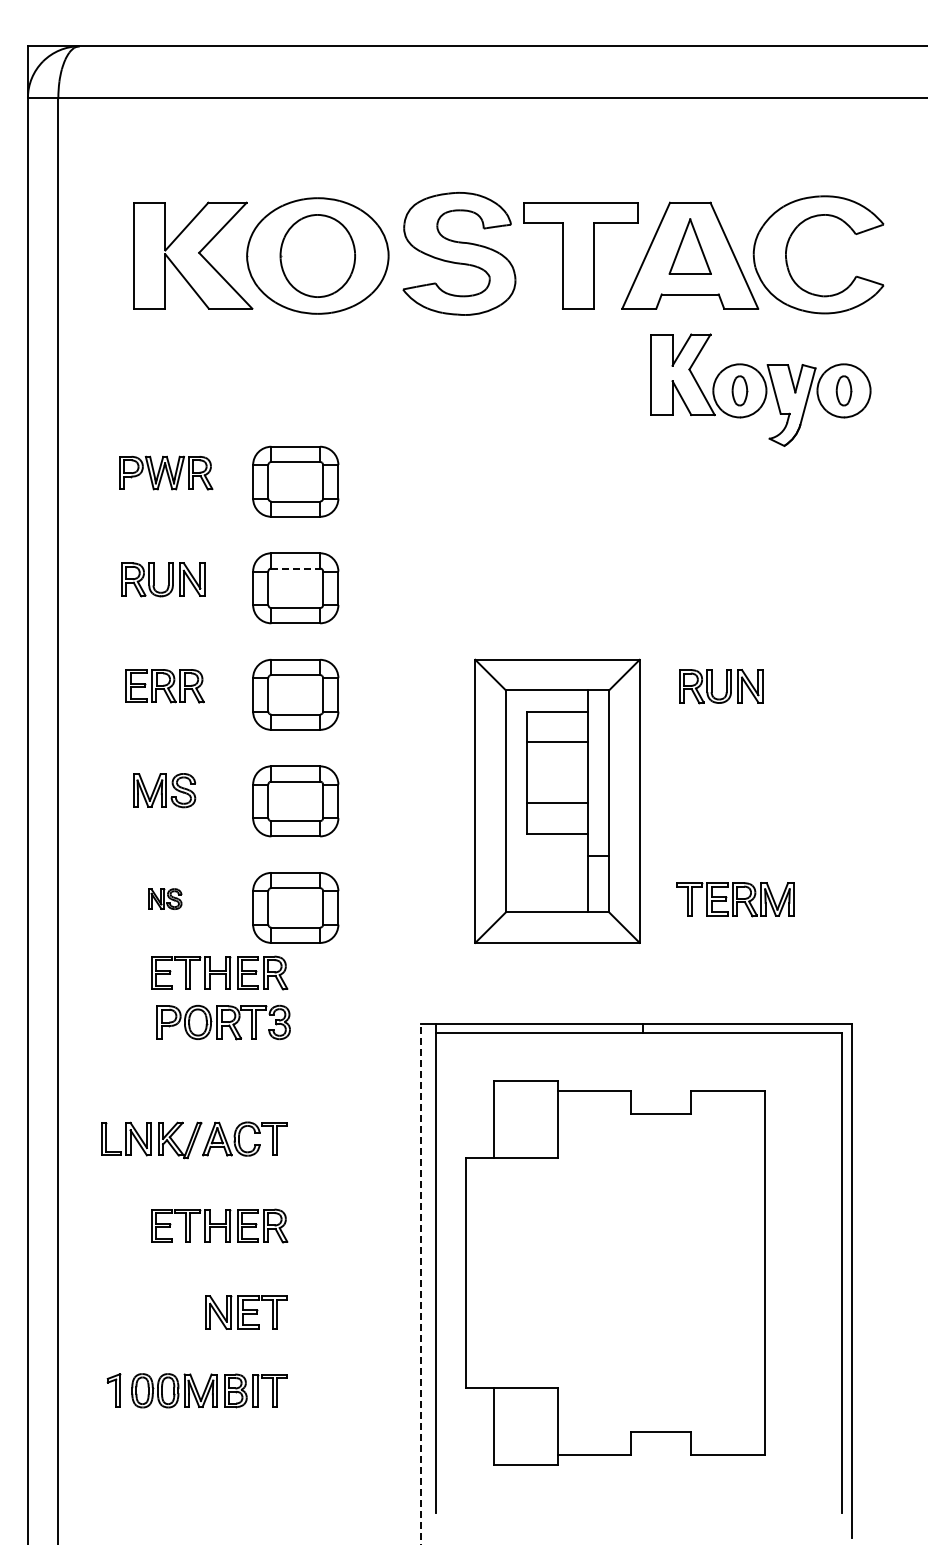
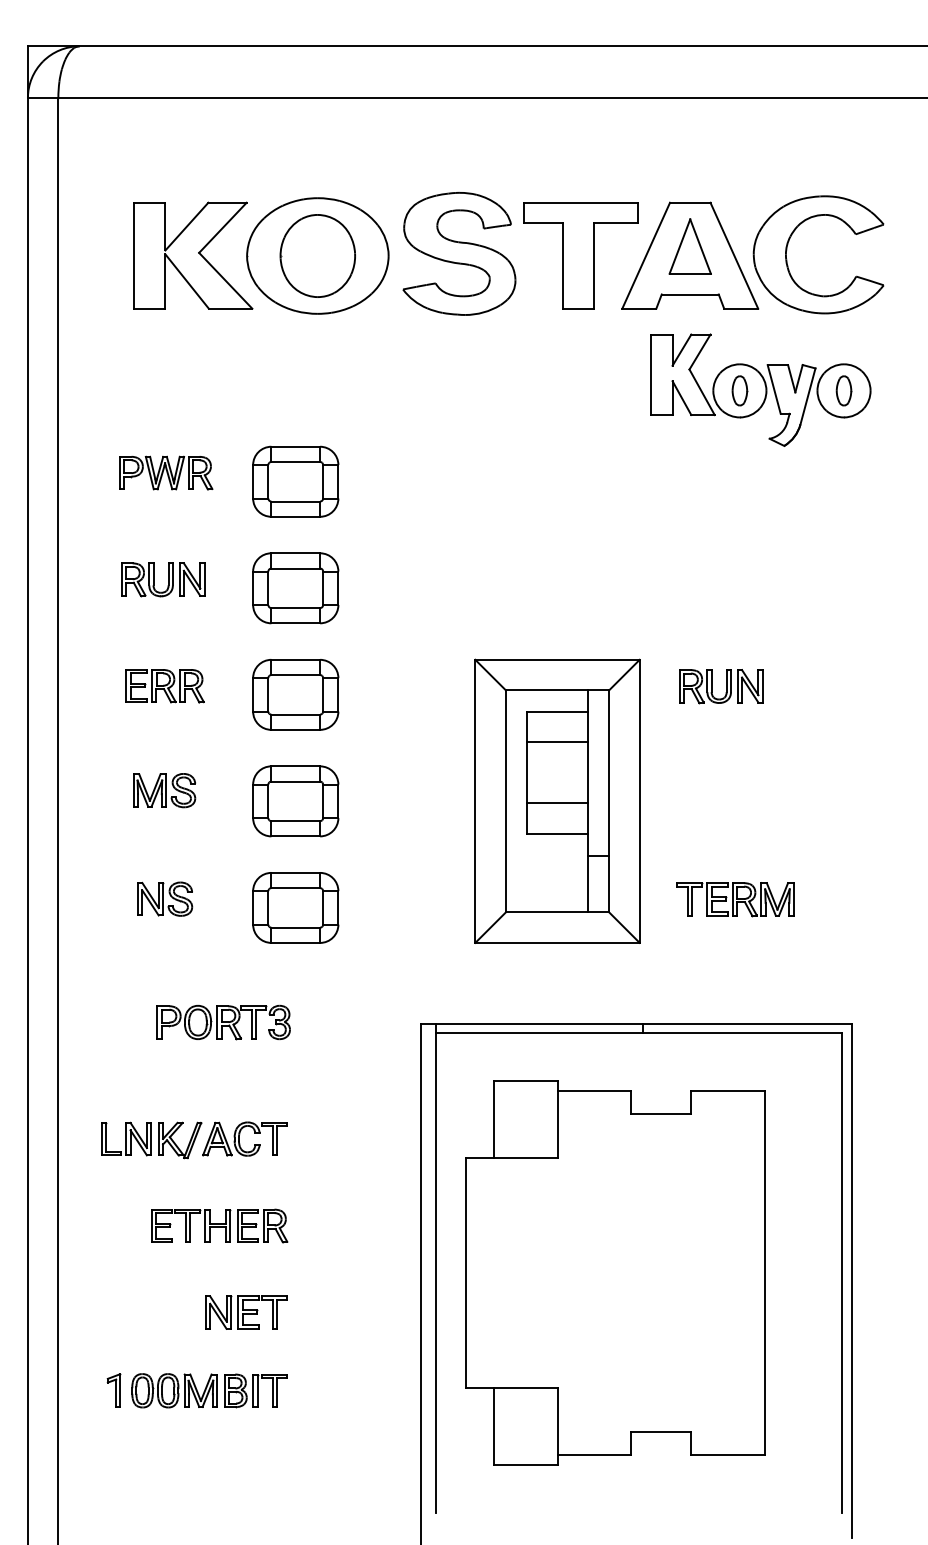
line at (296, 568): dashed -> solid
part at (165, 898) size: 35x22 px -> 57x36 px
part at (219, 972): present -> none
line at (420, 1283): dashed -> solid
